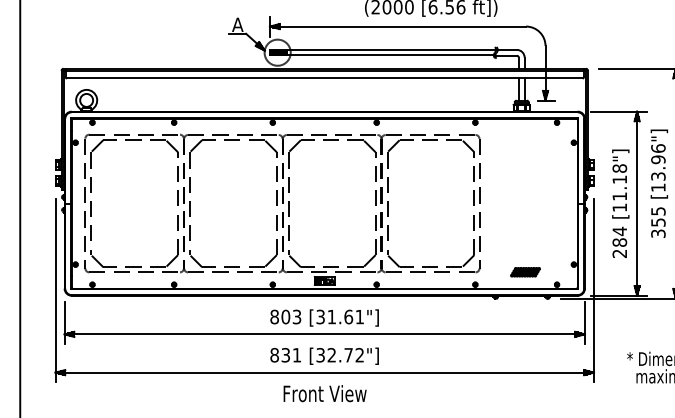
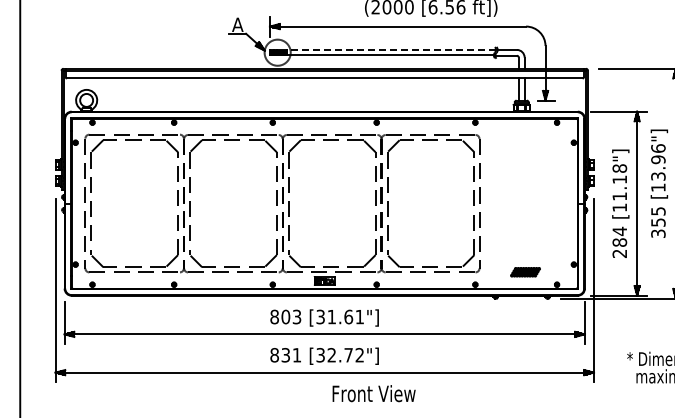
line at (391, 49): solid -> dashed
text at (324, 393) position: (324, 393) -> (373, 393)
